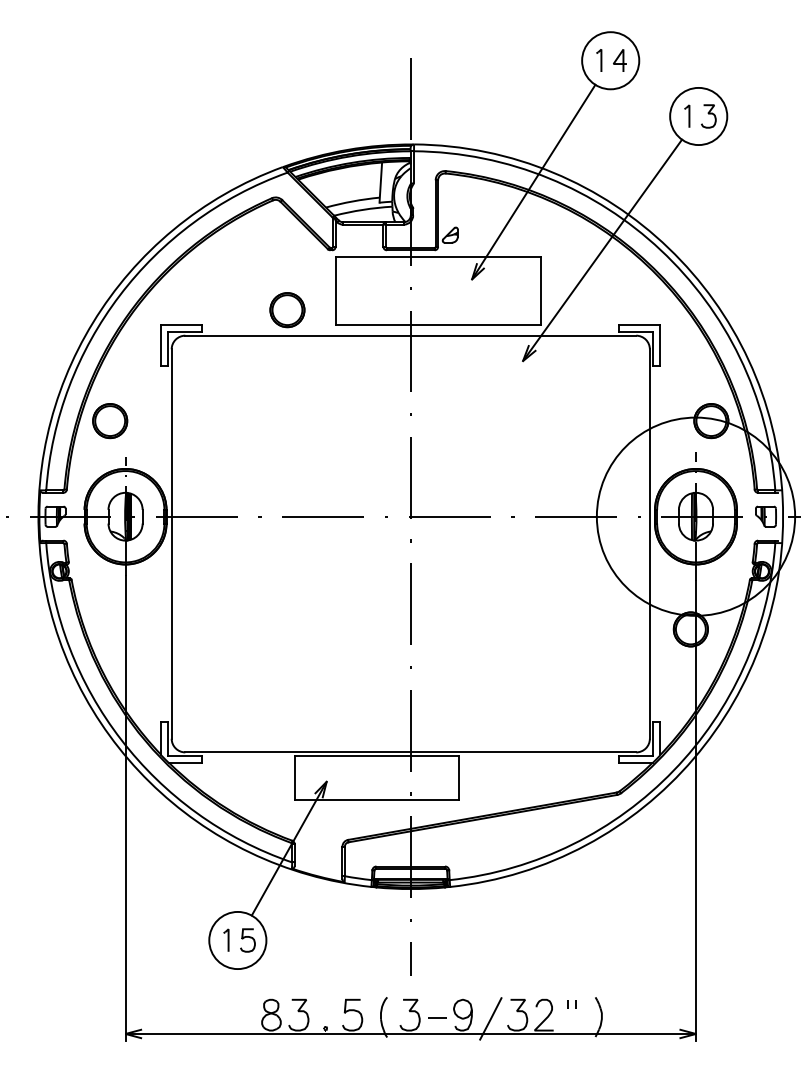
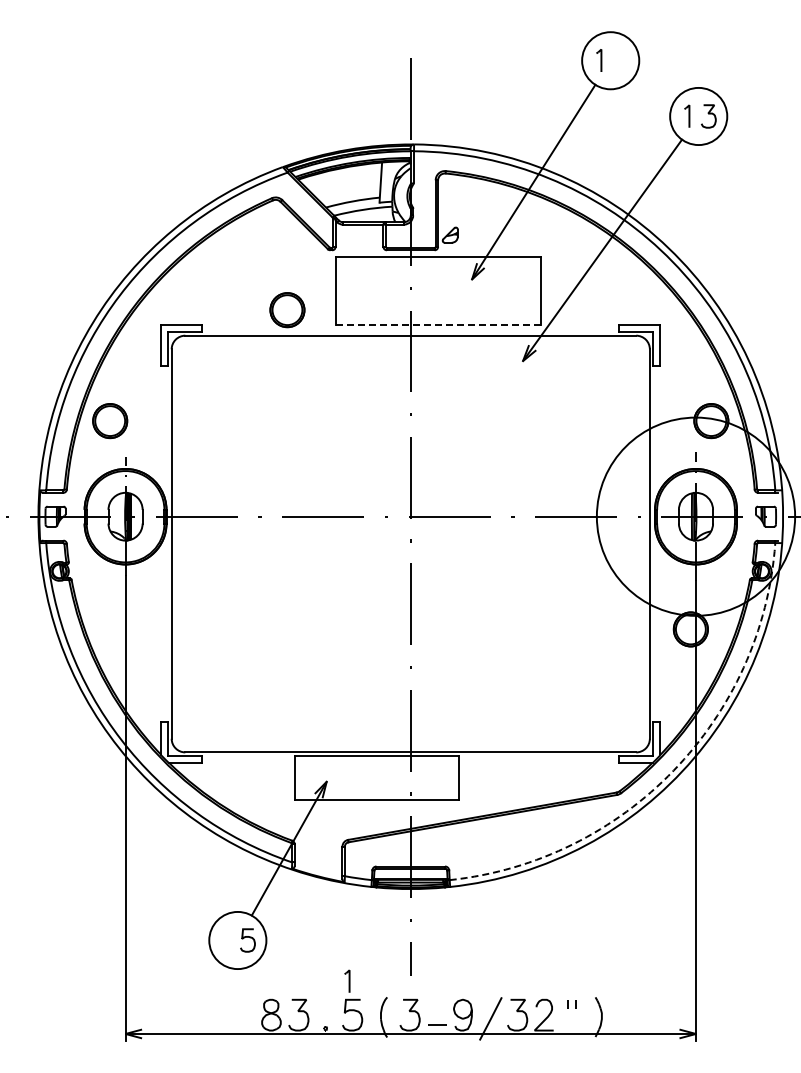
line at (617, 60): present -> none
line at (437, 325): solid -> dashed
arc at (673, 770): solid -> dashed
part at (226, 939) position: (226, 939) -> (347, 980)
line at (437, 1017) position: (437, 1017) -> (437, 1024)
